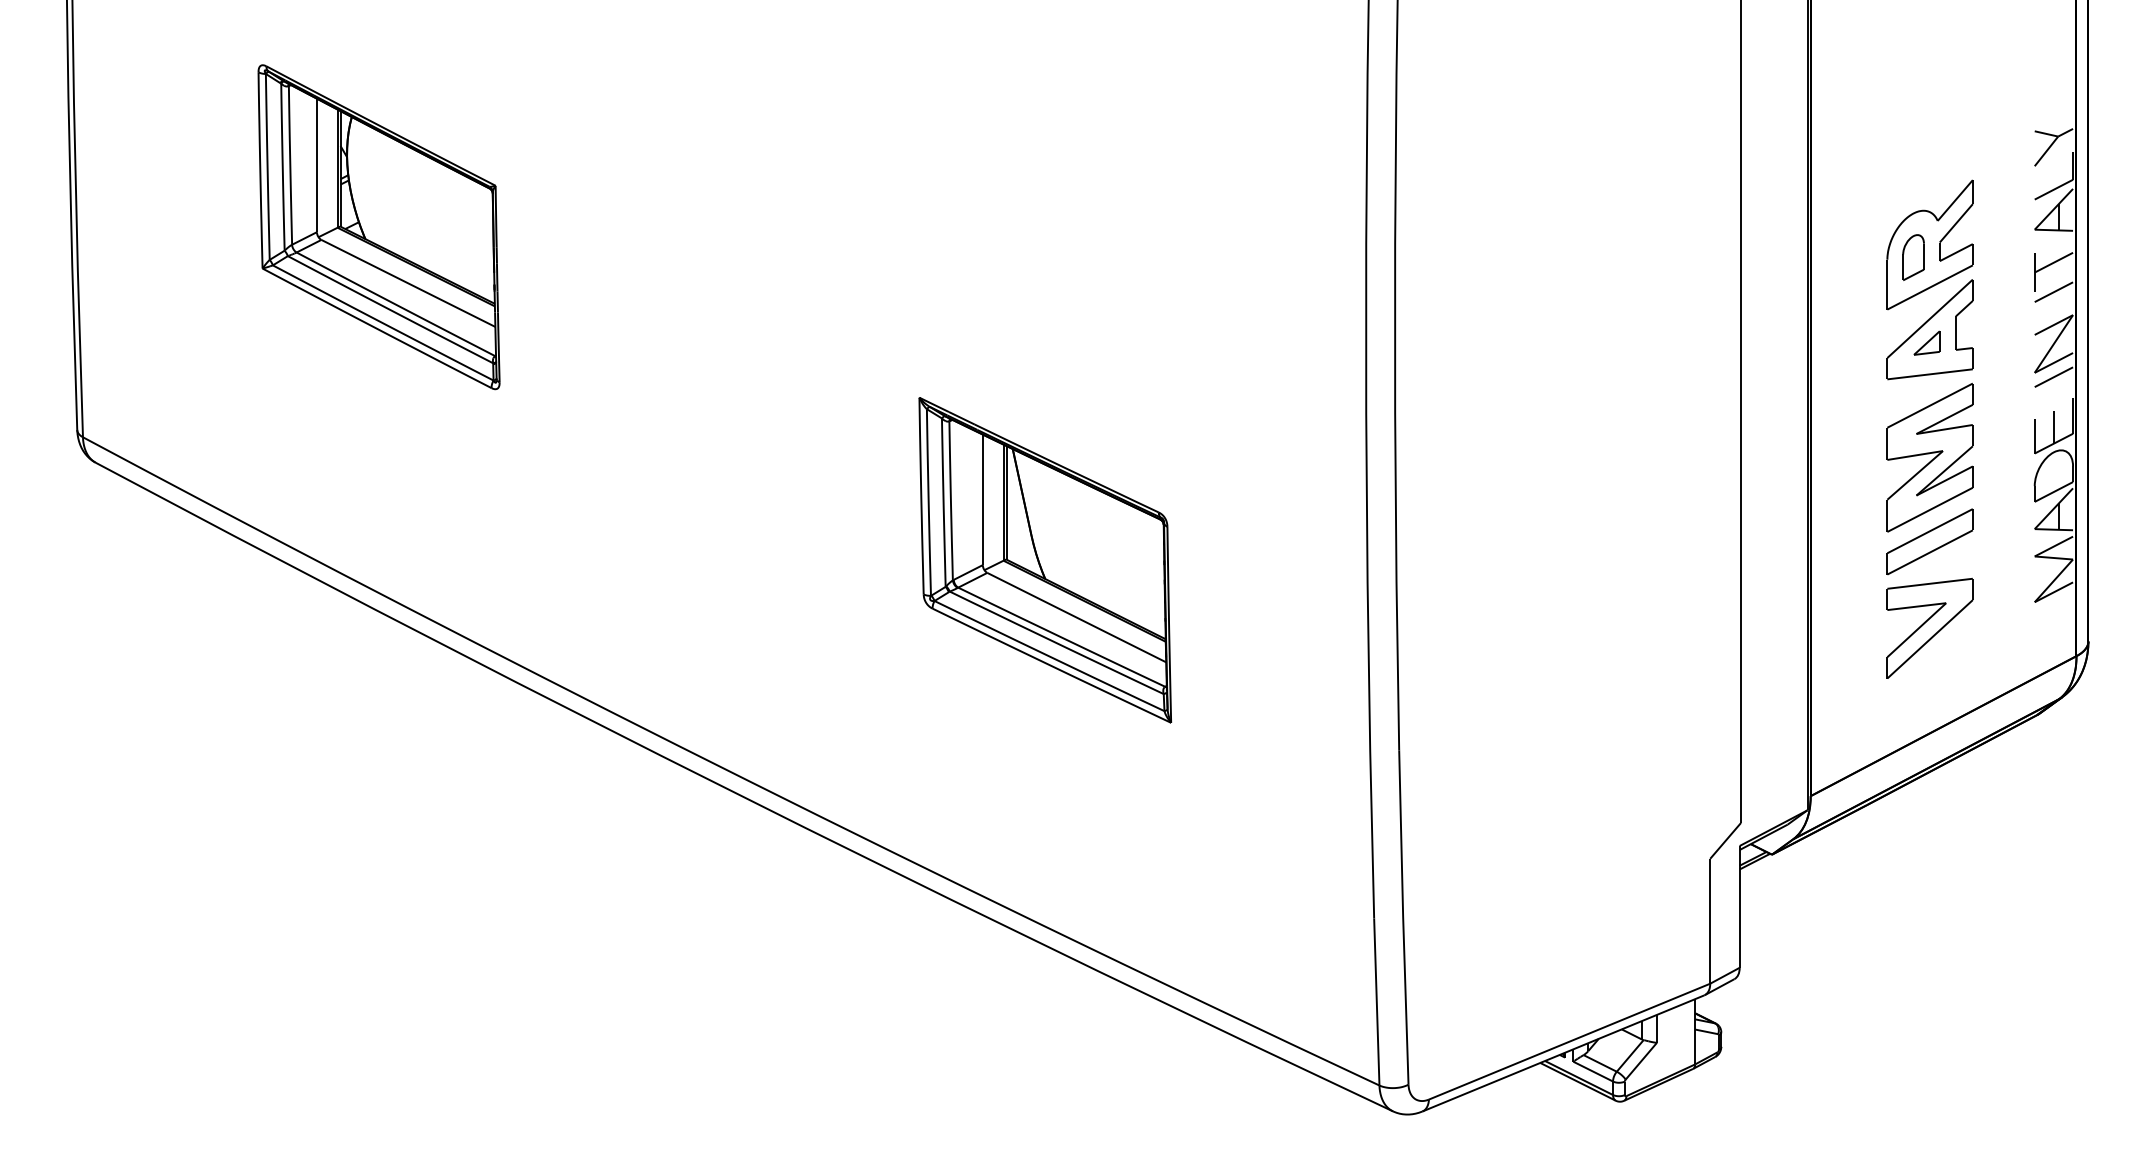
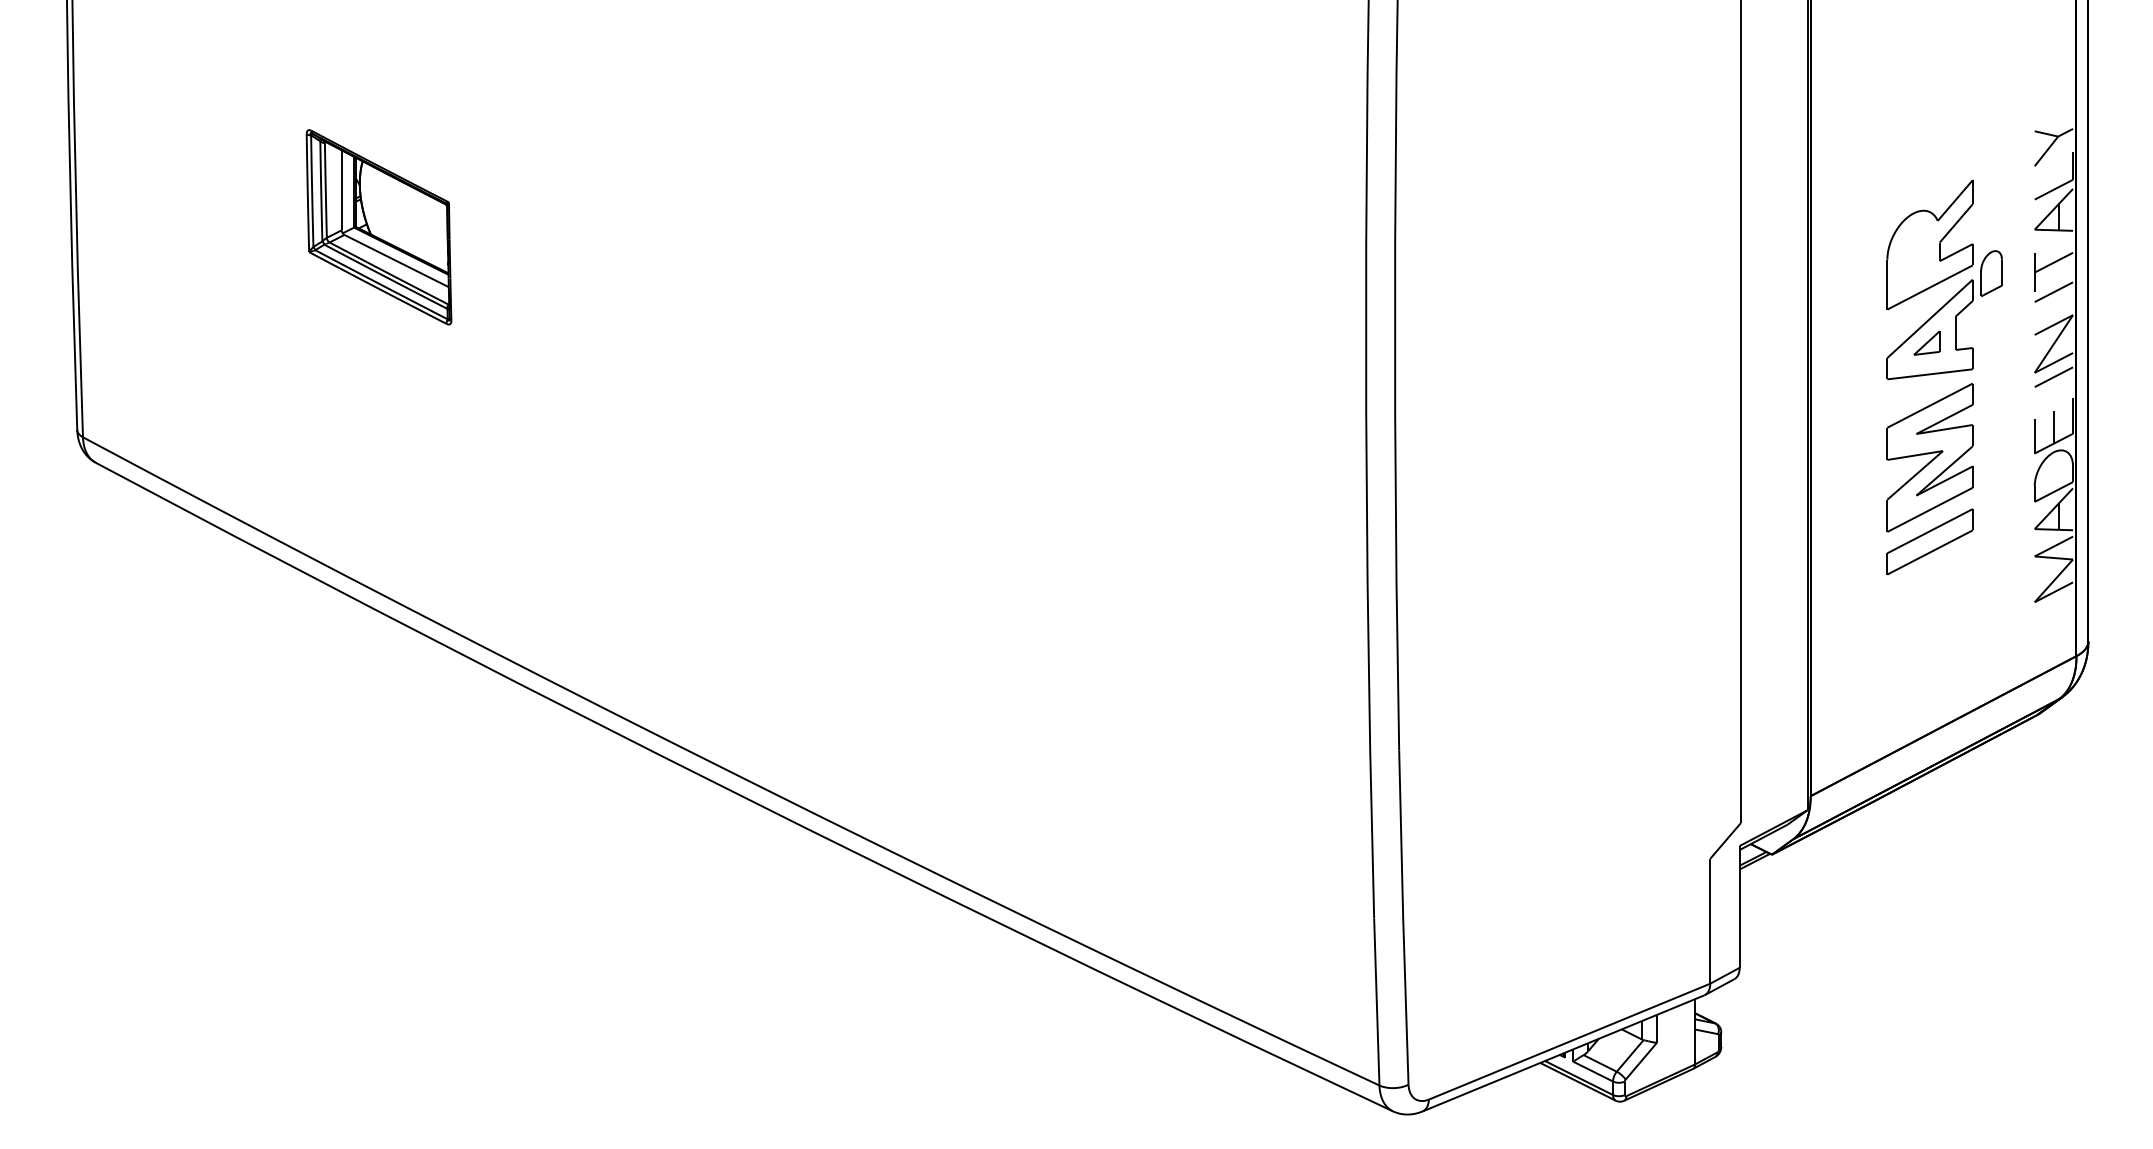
part at (378, 227) size: 244x327 px -> 148x197 px
part at (1913, 257) position: (1913, 257) -> (1991, 273)
part at (1044, 560): present -> none
part at (1929, 627): present -> none
